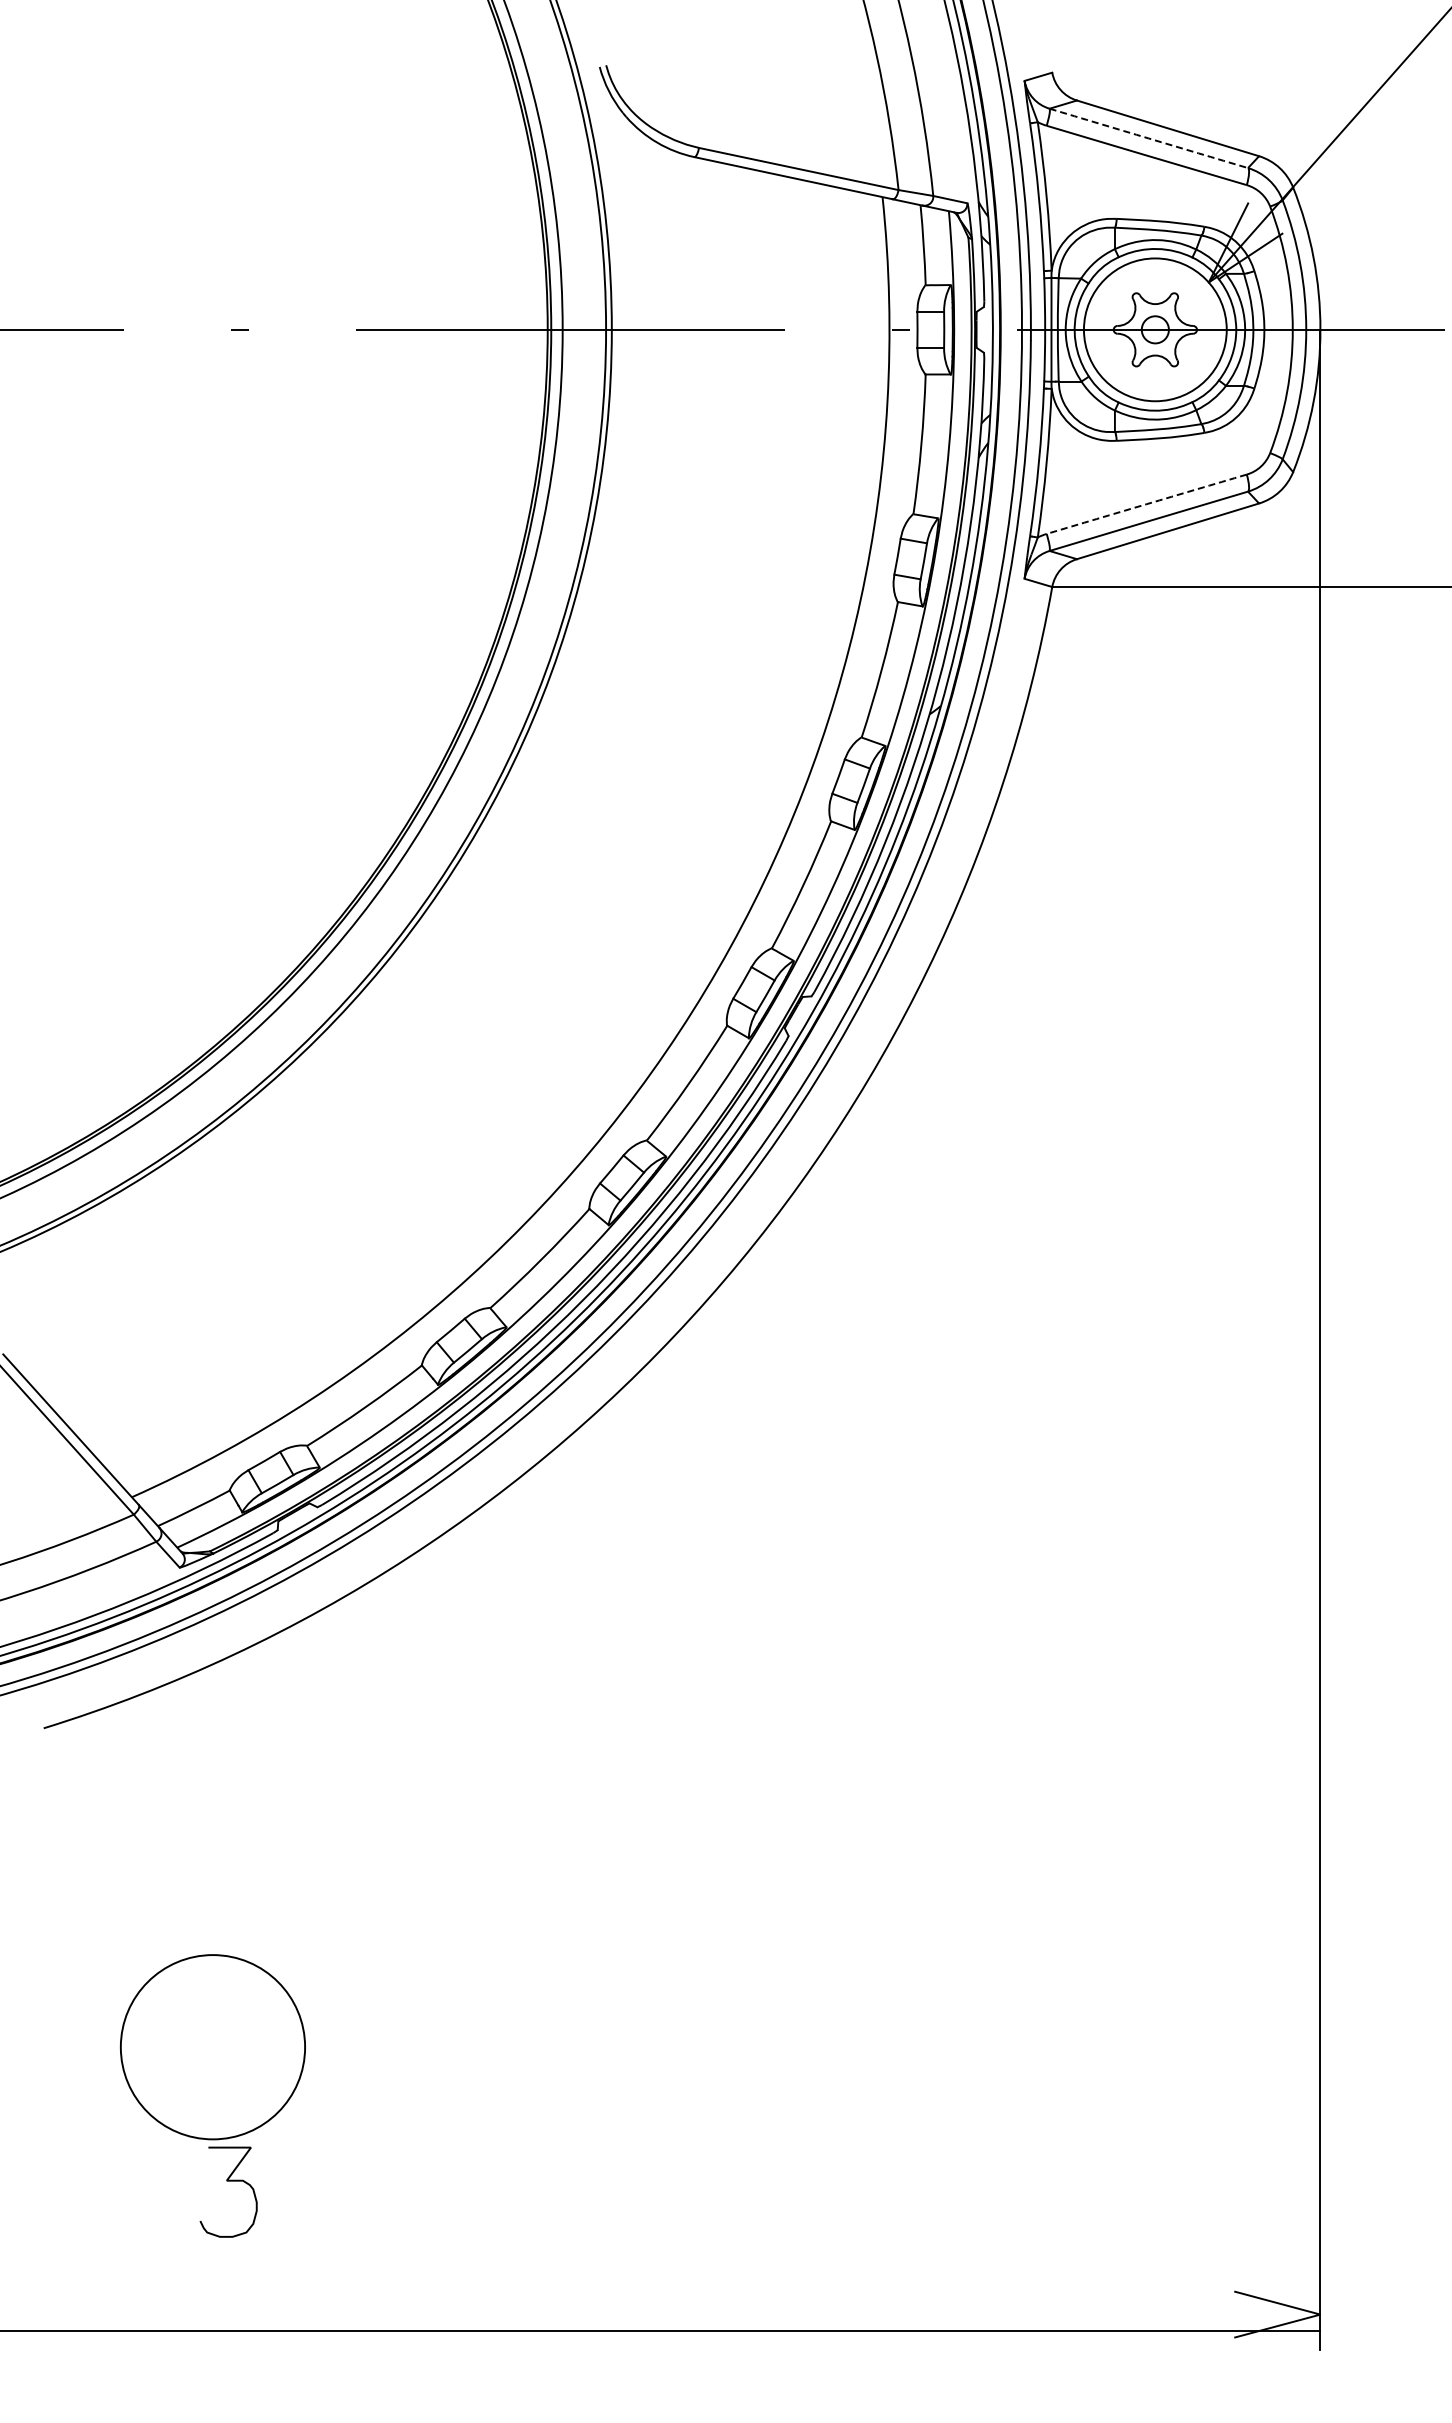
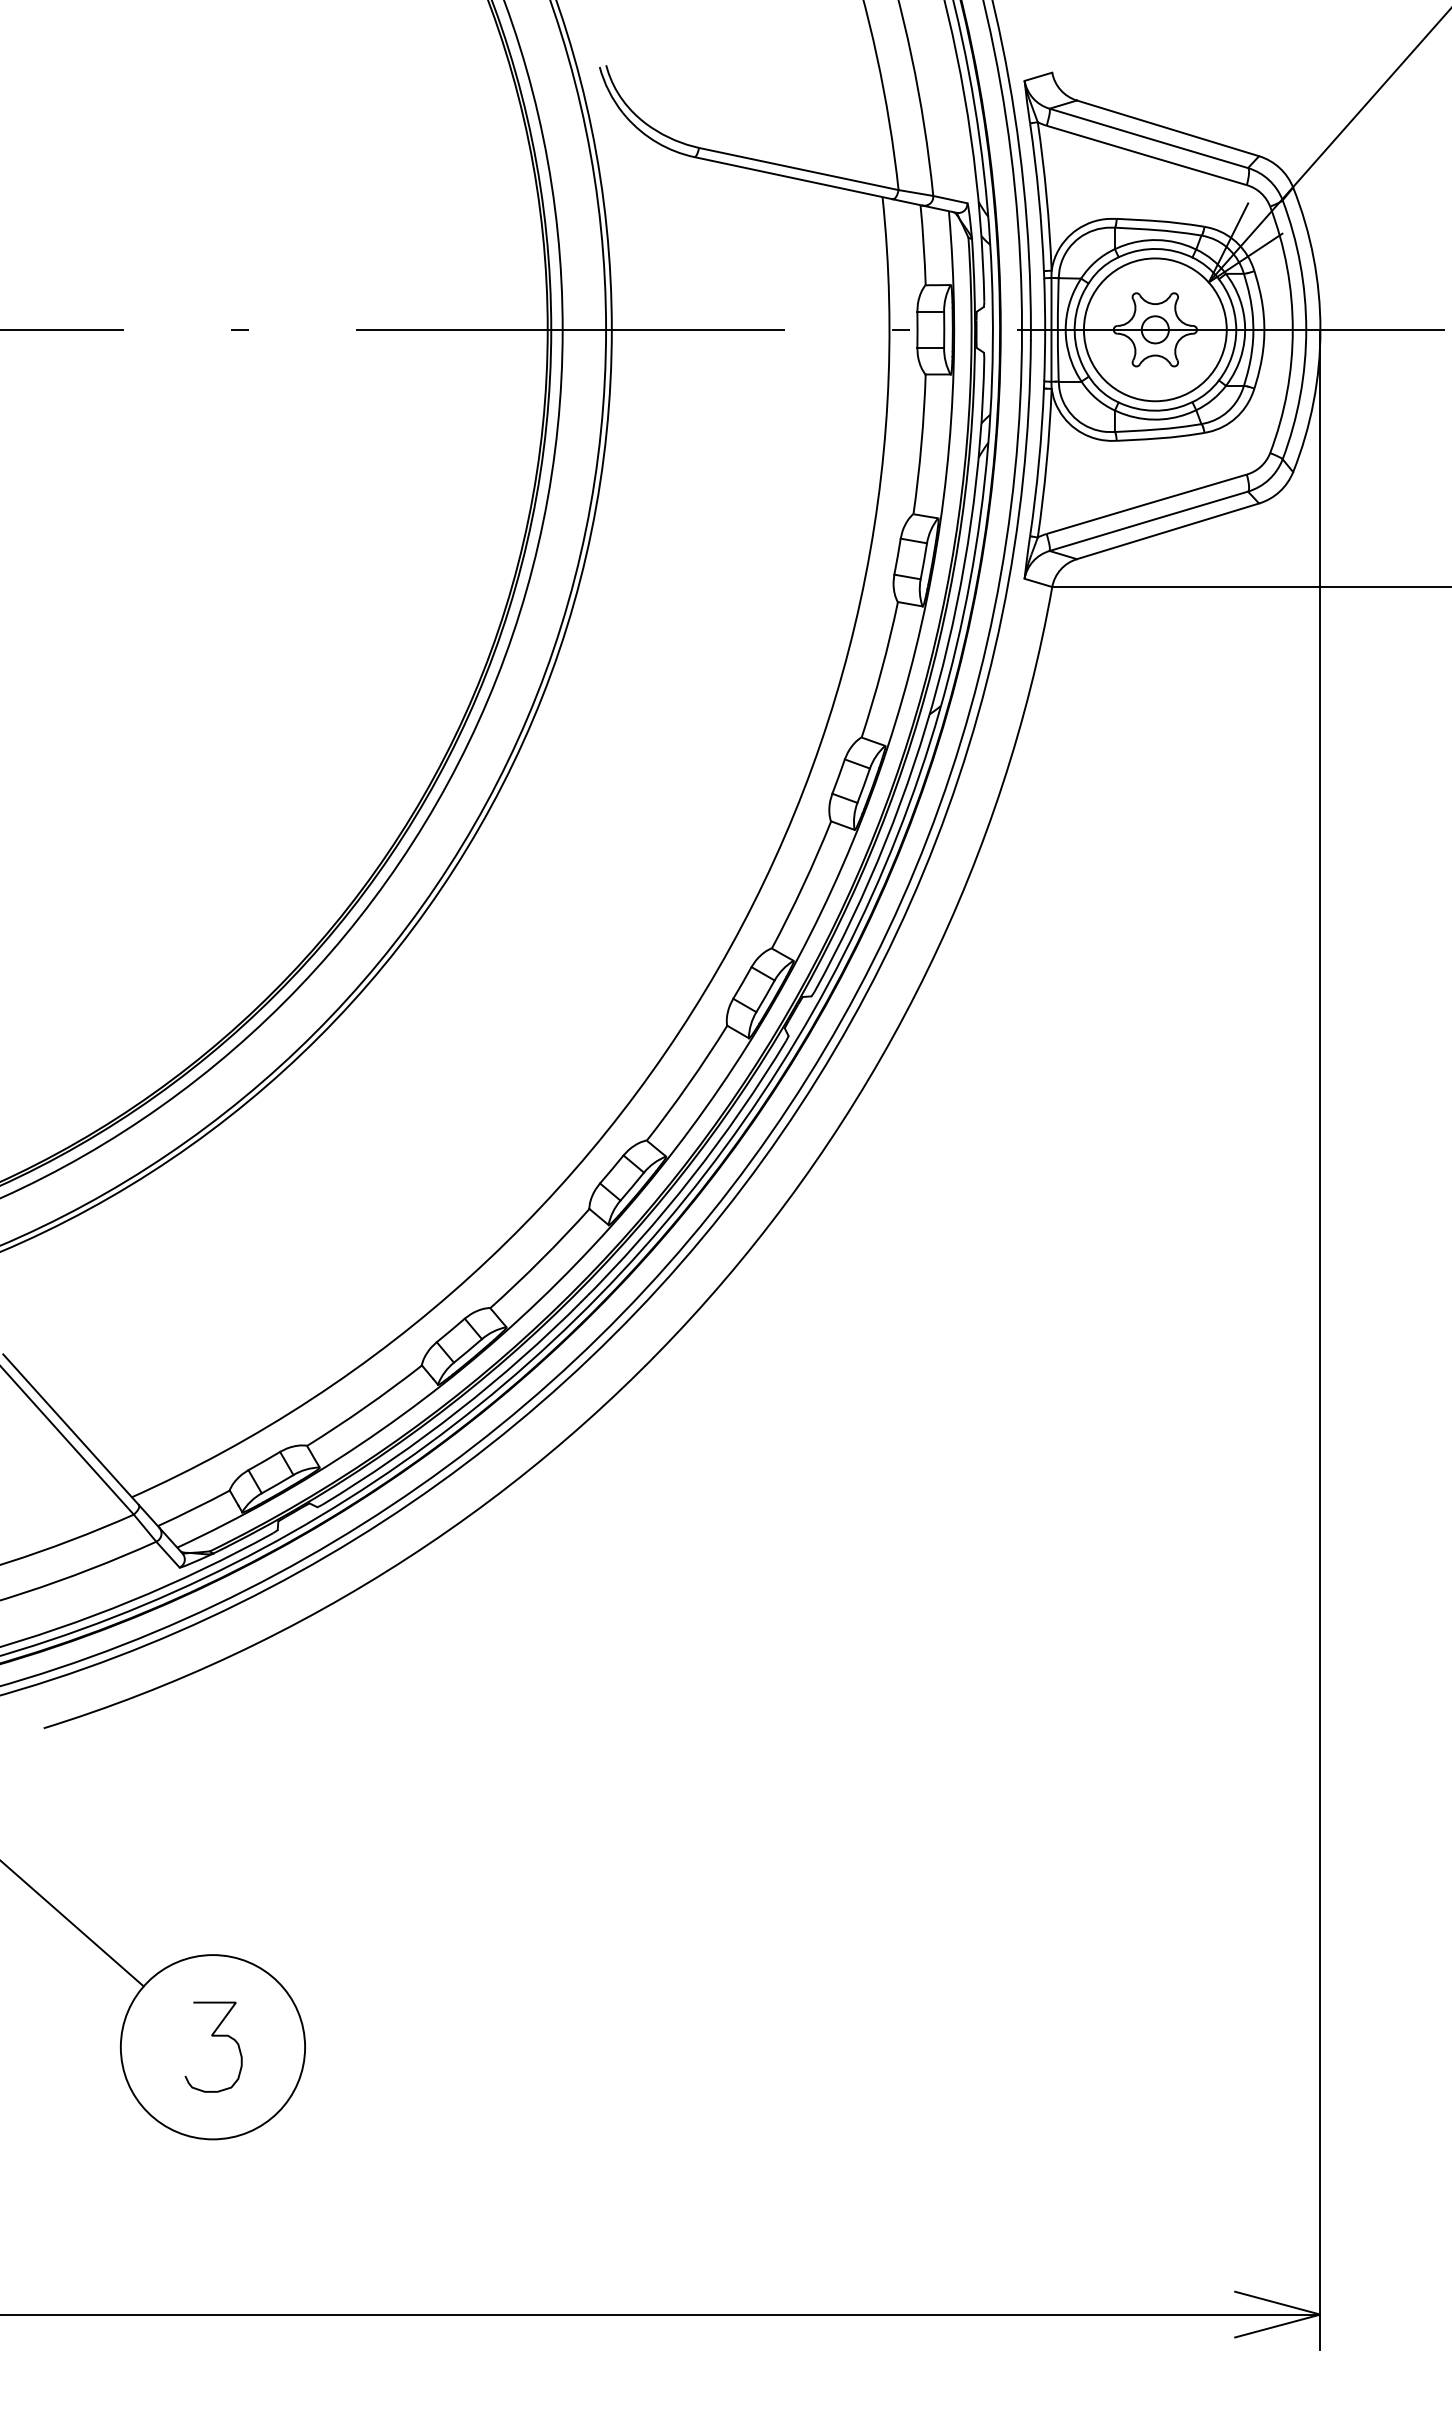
arc at (1148, 138): dashed -> solid
arc at (1146, 504): dashed -> solid
line at (72, 1924): none -> present
curve at (228, 2181) position: (228, 2181) -> (213, 2036)
line at (661, 2330) position: (661, 2330) -> (661, 2314)
